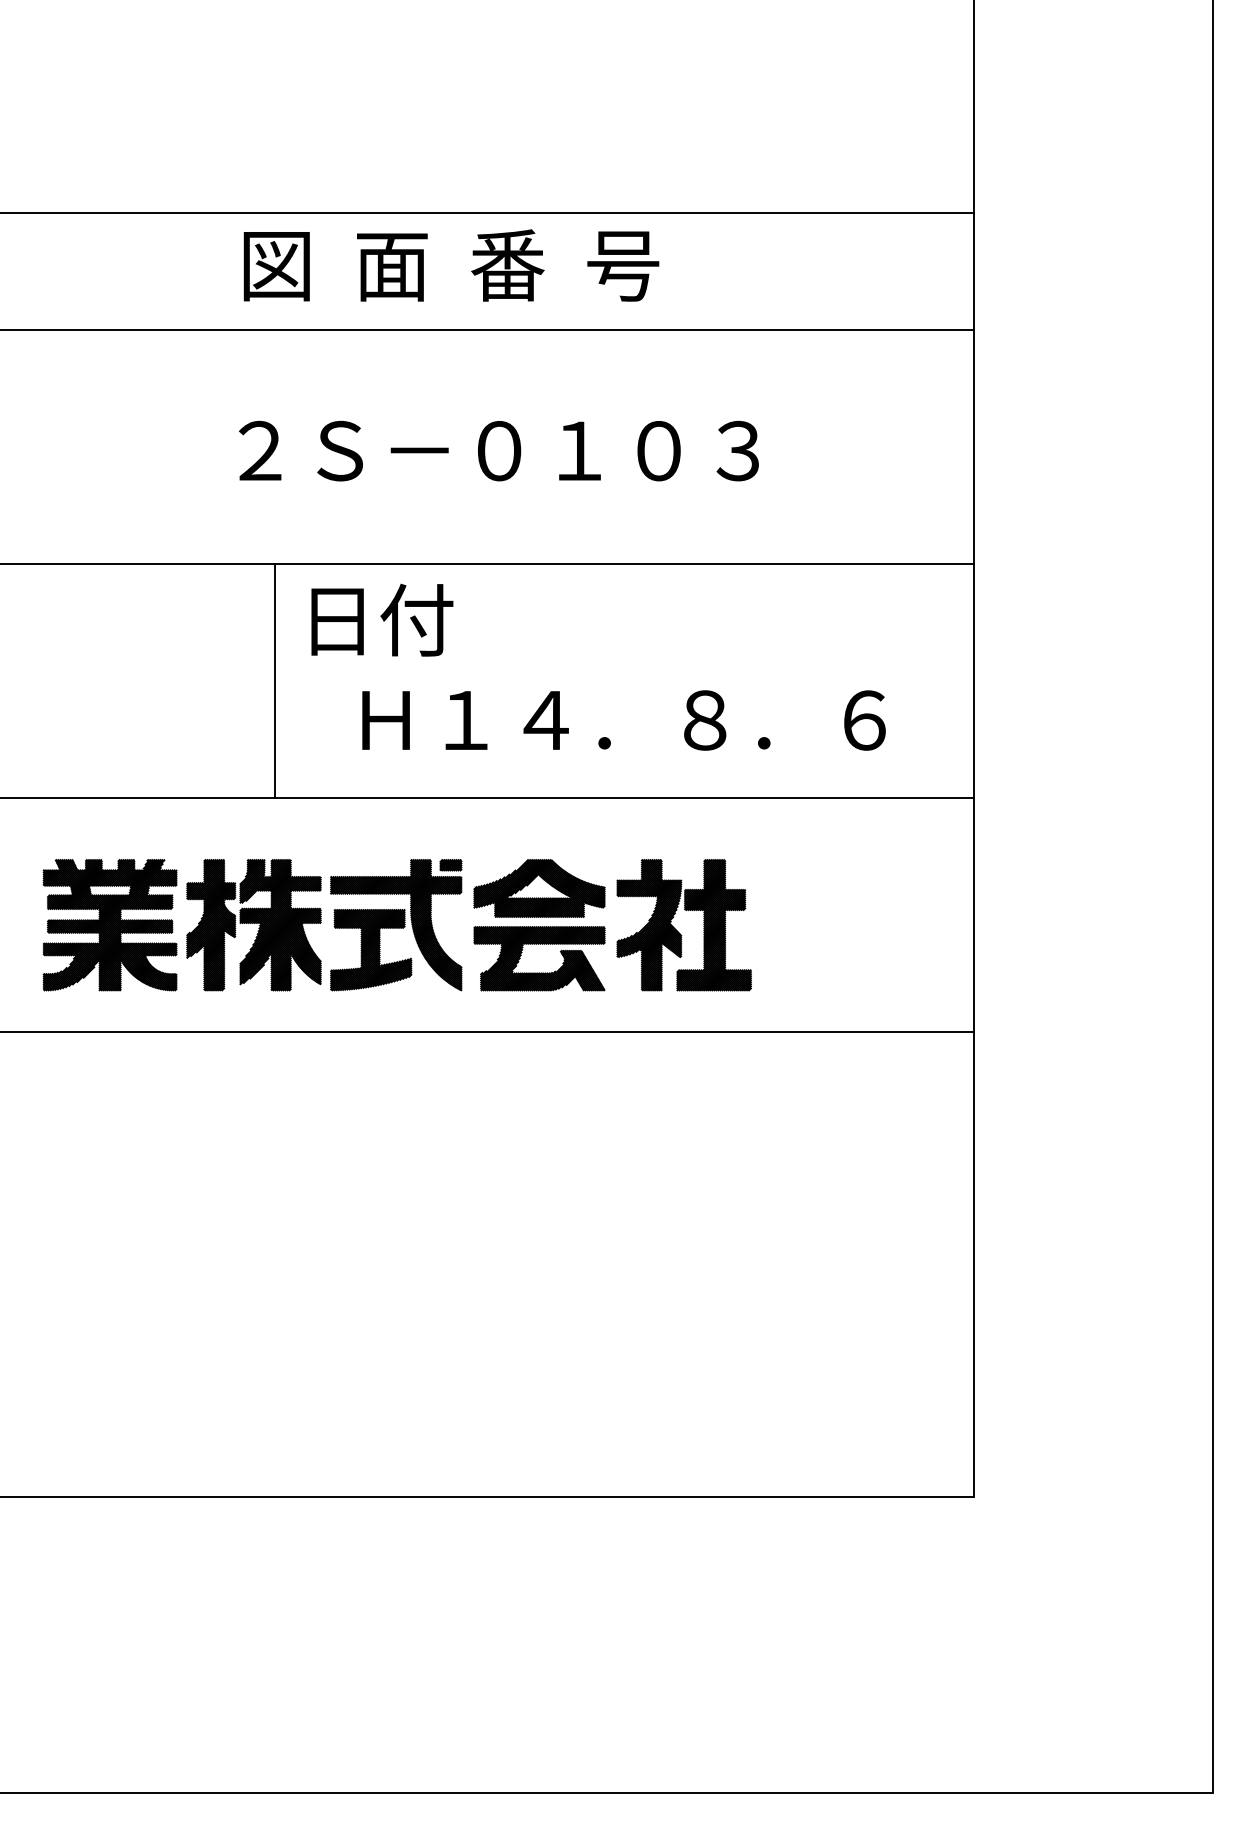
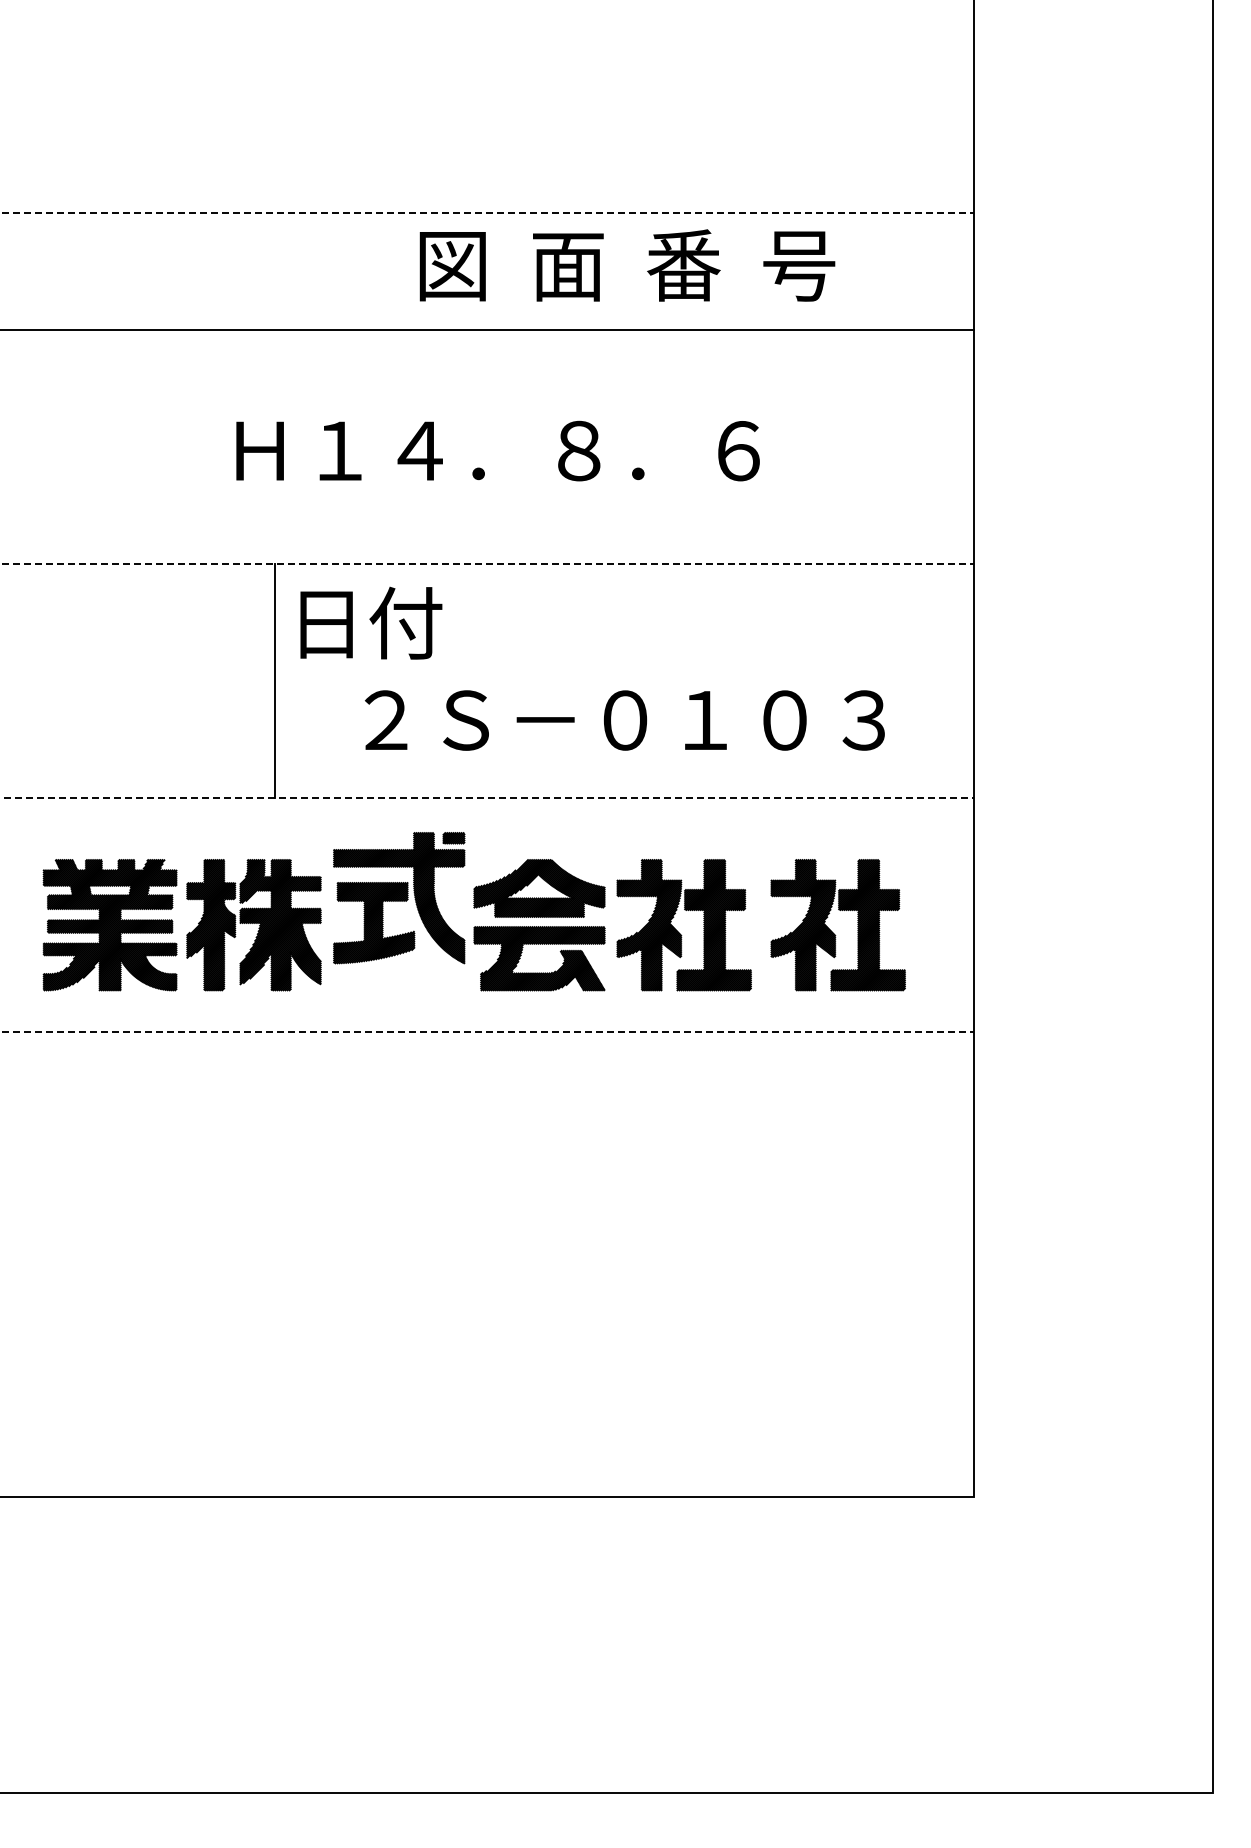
line at (487, 213): solid -> dashed
text at (451, 265) position: (451, 265) -> (627, 265)
text at (497, 450): ２Ｓ－０１０３ -> Ｈ１４．８．６
line at (487, 564): solid -> dashed
text at (382, 619) position: (382, 619) -> (371, 622)
text at (623, 720): Ｈ１４．８．６ -> ２Ｓ－０１０３
line at (487, 798): solid -> dashed
part at (396, 925) position: (396, 925) -> (399, 898)
part at (831, 930): none -> present
line at (487, 1032): solid -> dashed
